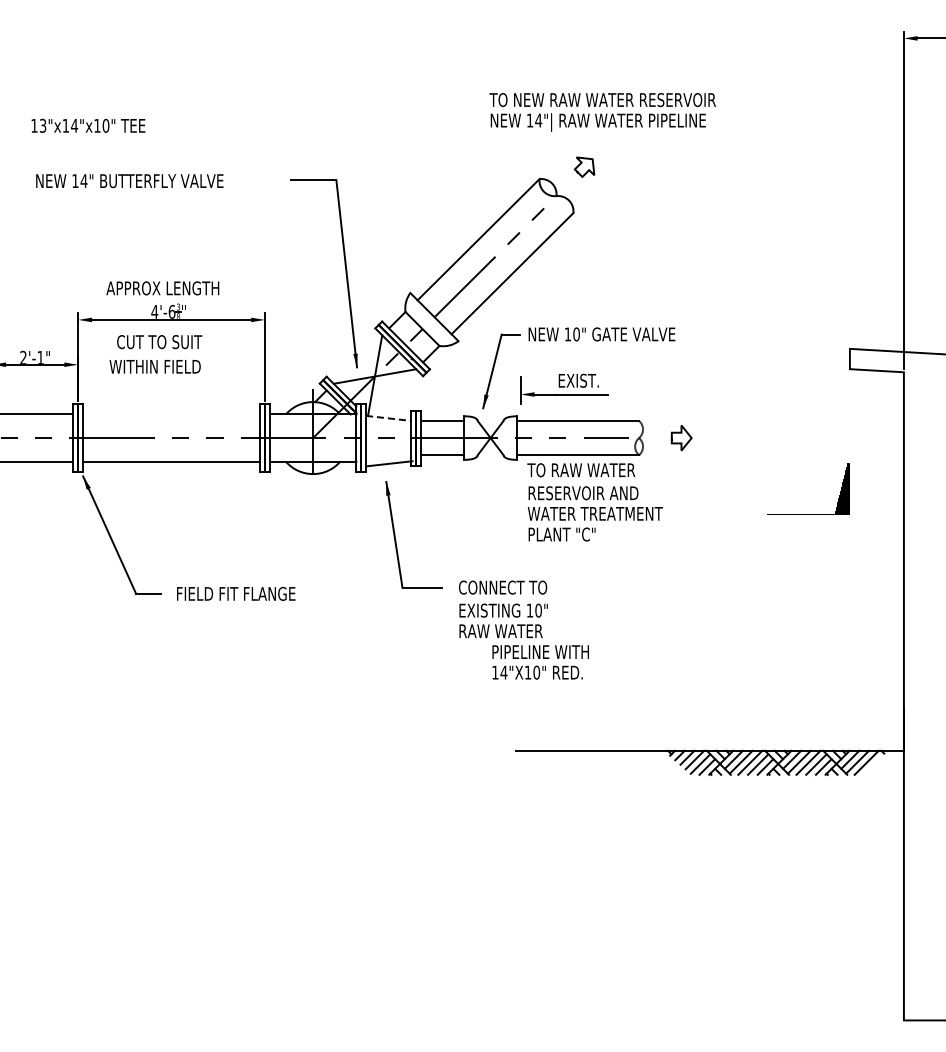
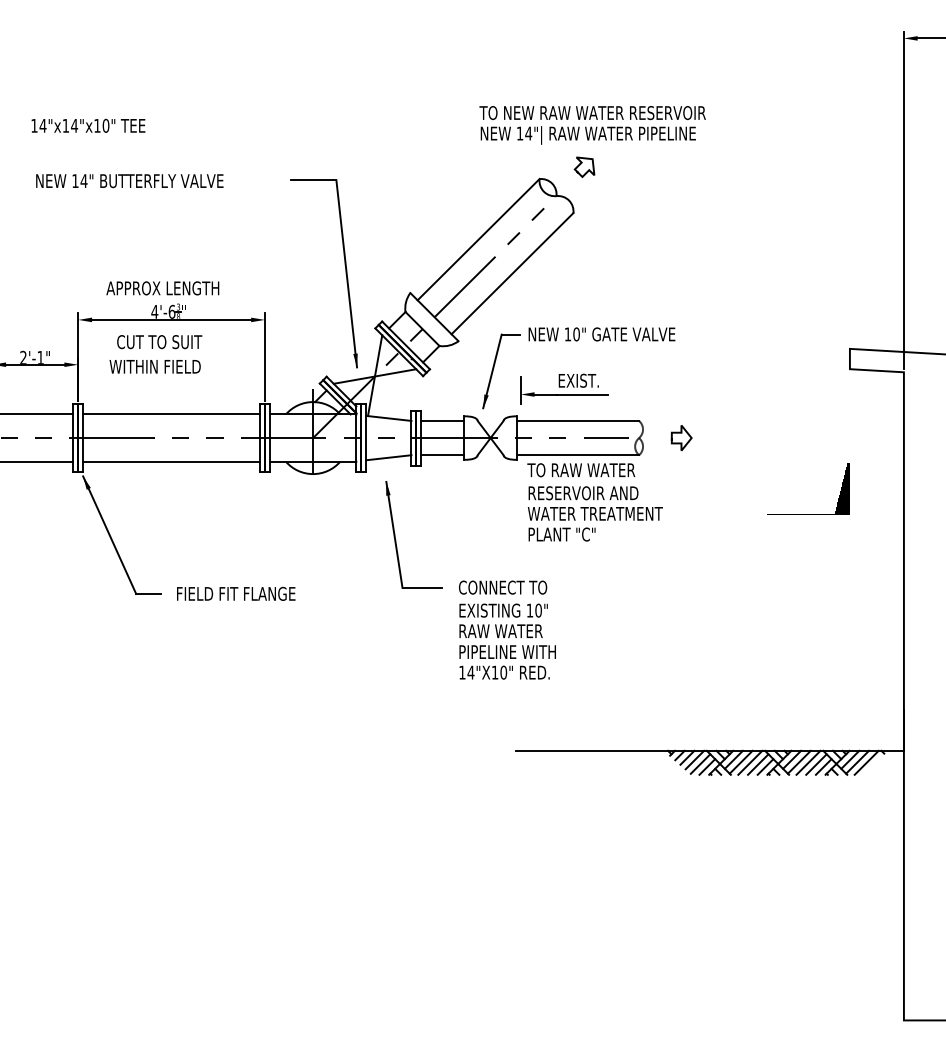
text at (602, 112) position: (602, 112) -> (592, 125)
text at (42, 125): 13"x14"x10" -> 14"x14"x10"
line at (171, 414): none -> present
line at (388, 418): dashed -> solid
line at (389, 463) position: (389, 463) -> (388, 457)
text at (540, 662) position: (540, 662) -> (507, 662)
